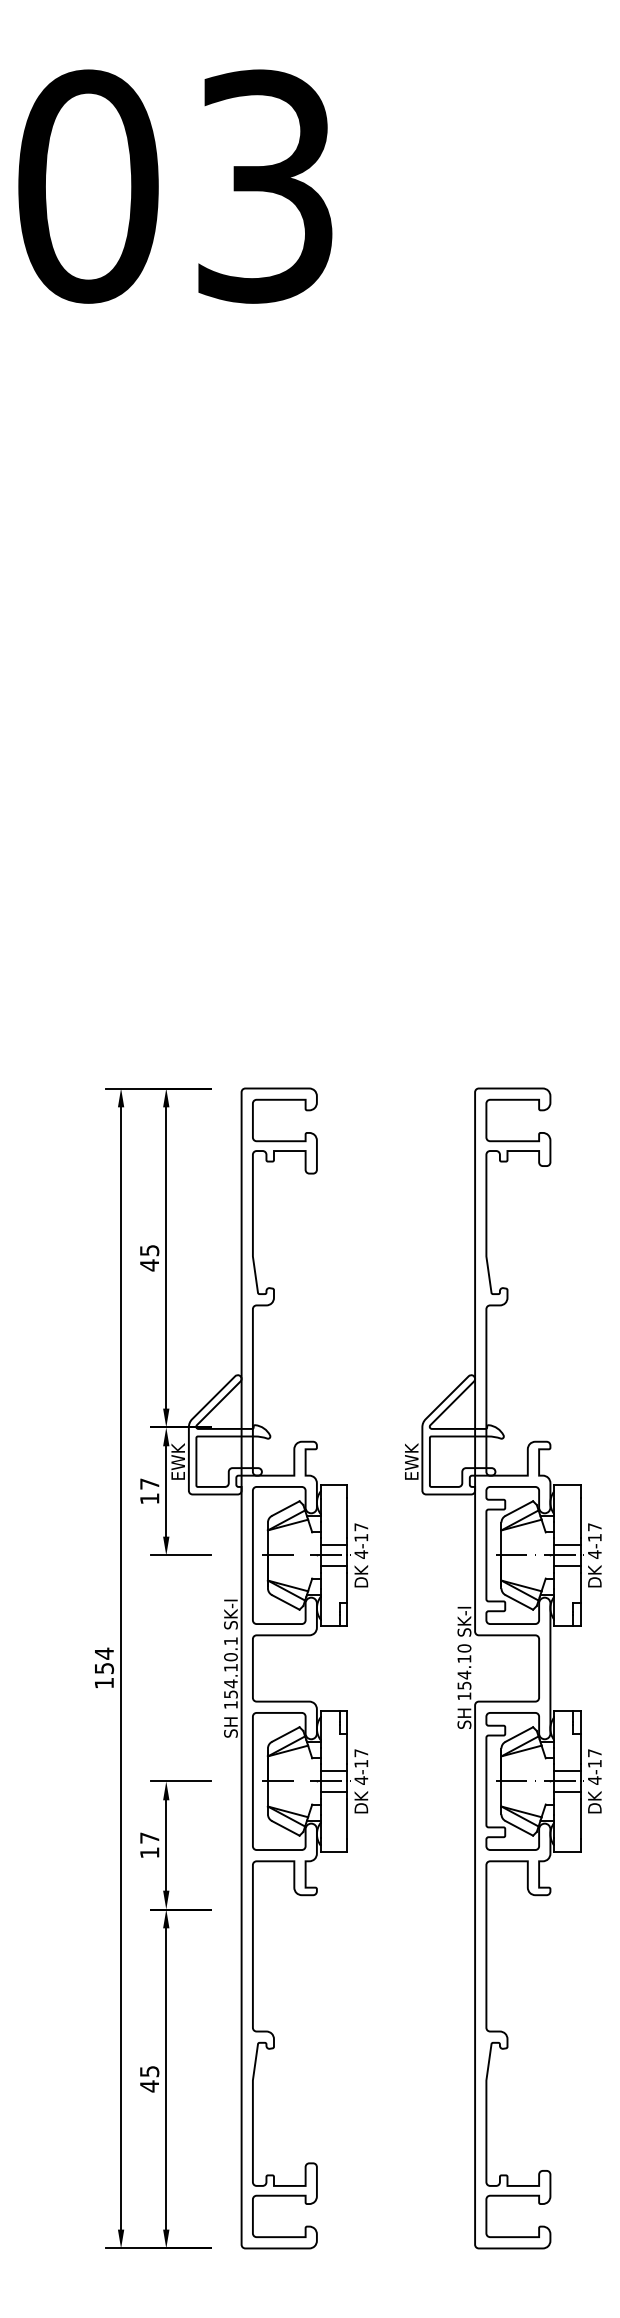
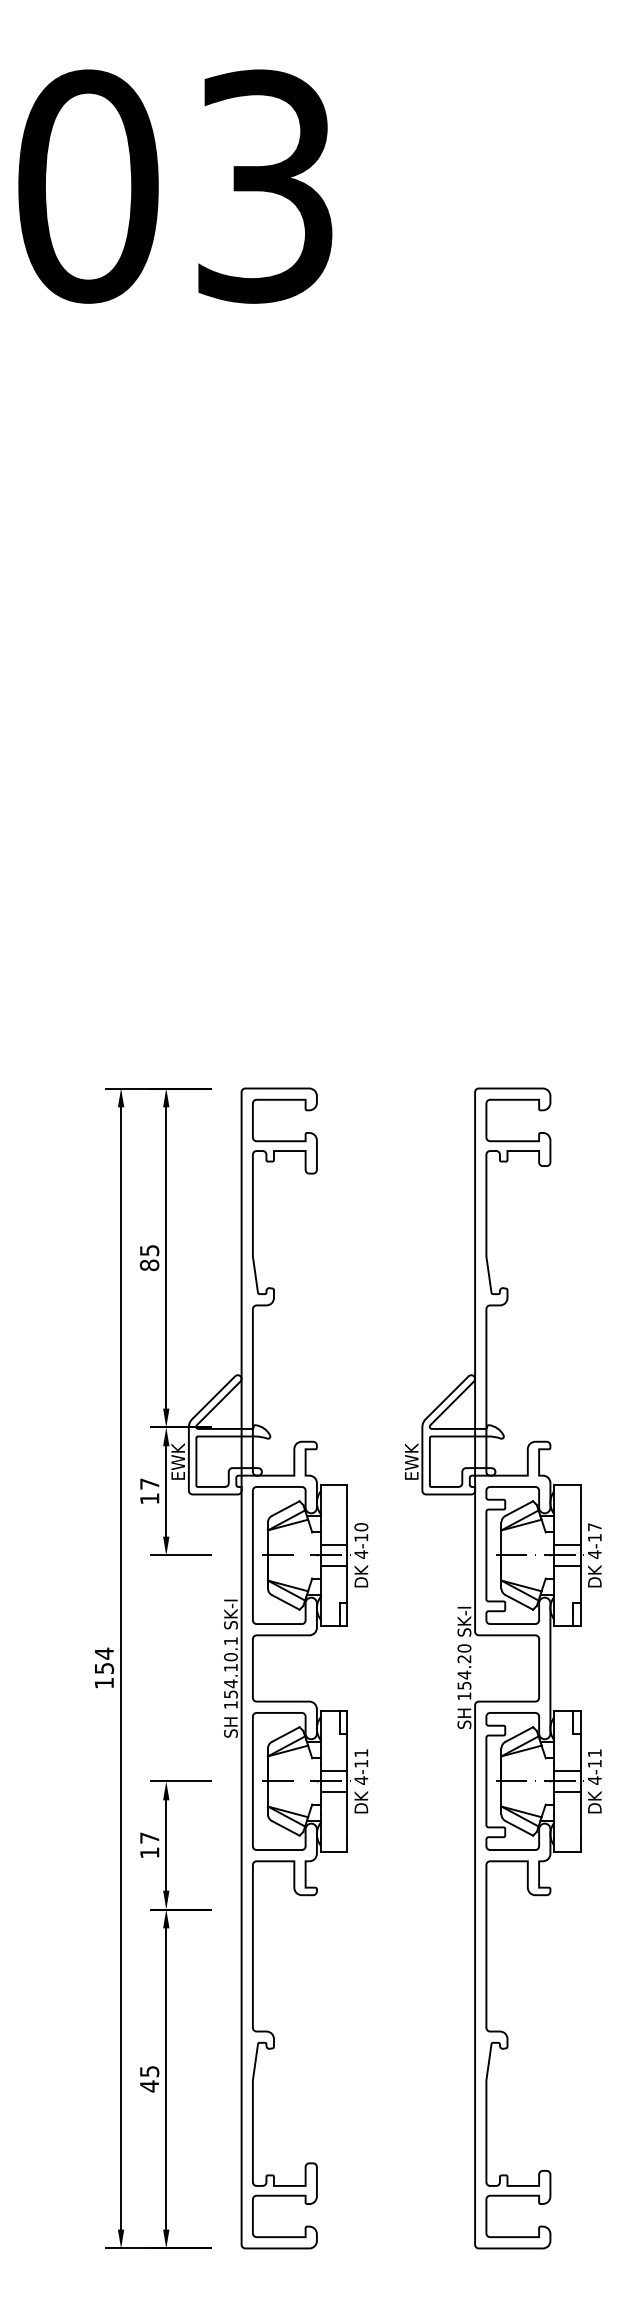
text at (149, 1265): 45 -> 85
text at (361, 1527): 4-17 -> 4-10
text at (464, 1659): 154.10 -> 154.20
text at (361, 1753): 4-17 -> 4-11
text at (594, 1753): 4-17 -> 4-11
